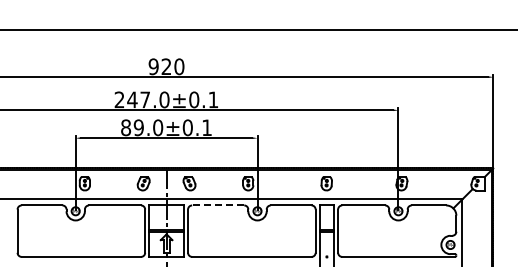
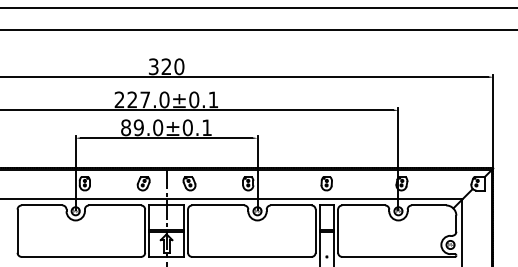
line at (258, 7): none -> present
text at (153, 66): 920 -> 320
text at (132, 99): 247.0±0.1 -> 227.0±0.1
line at (217, 205): dashed -> solid
